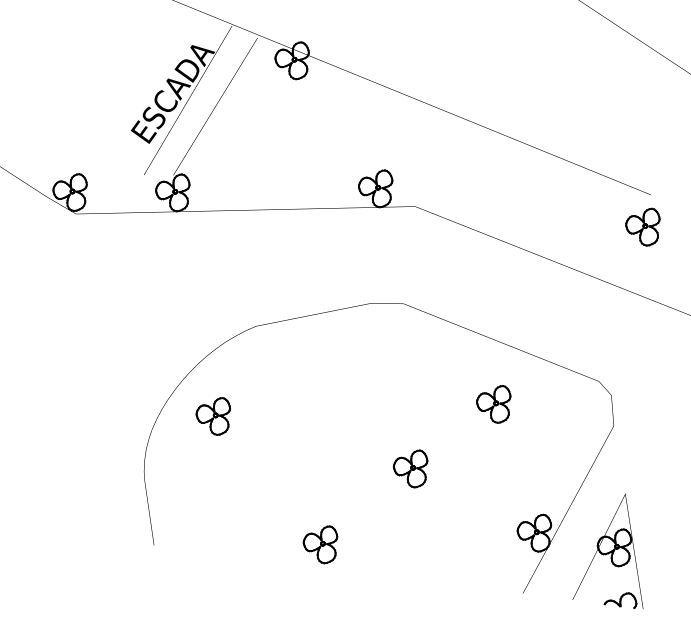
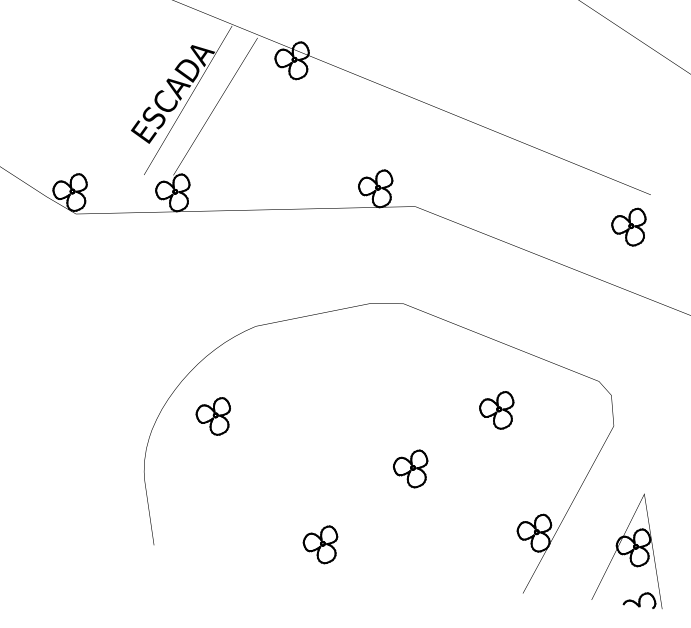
part at (642, 226) position: (642, 226) -> (628, 226)
part at (493, 404) position: (493, 404) -> (496, 410)
part at (607, 550) position: (607, 550) -> (626, 550)
